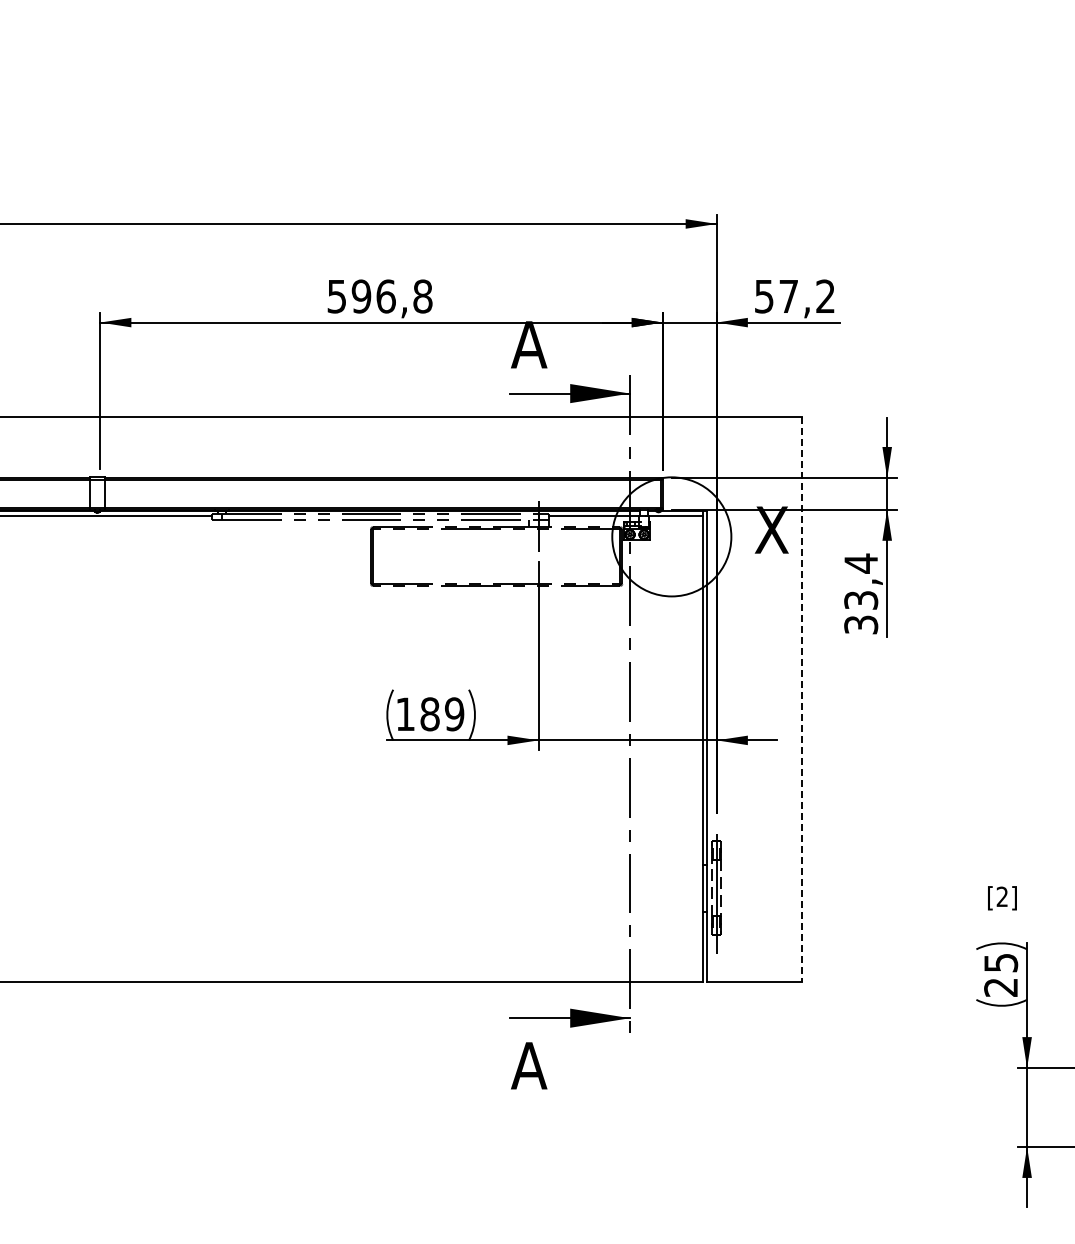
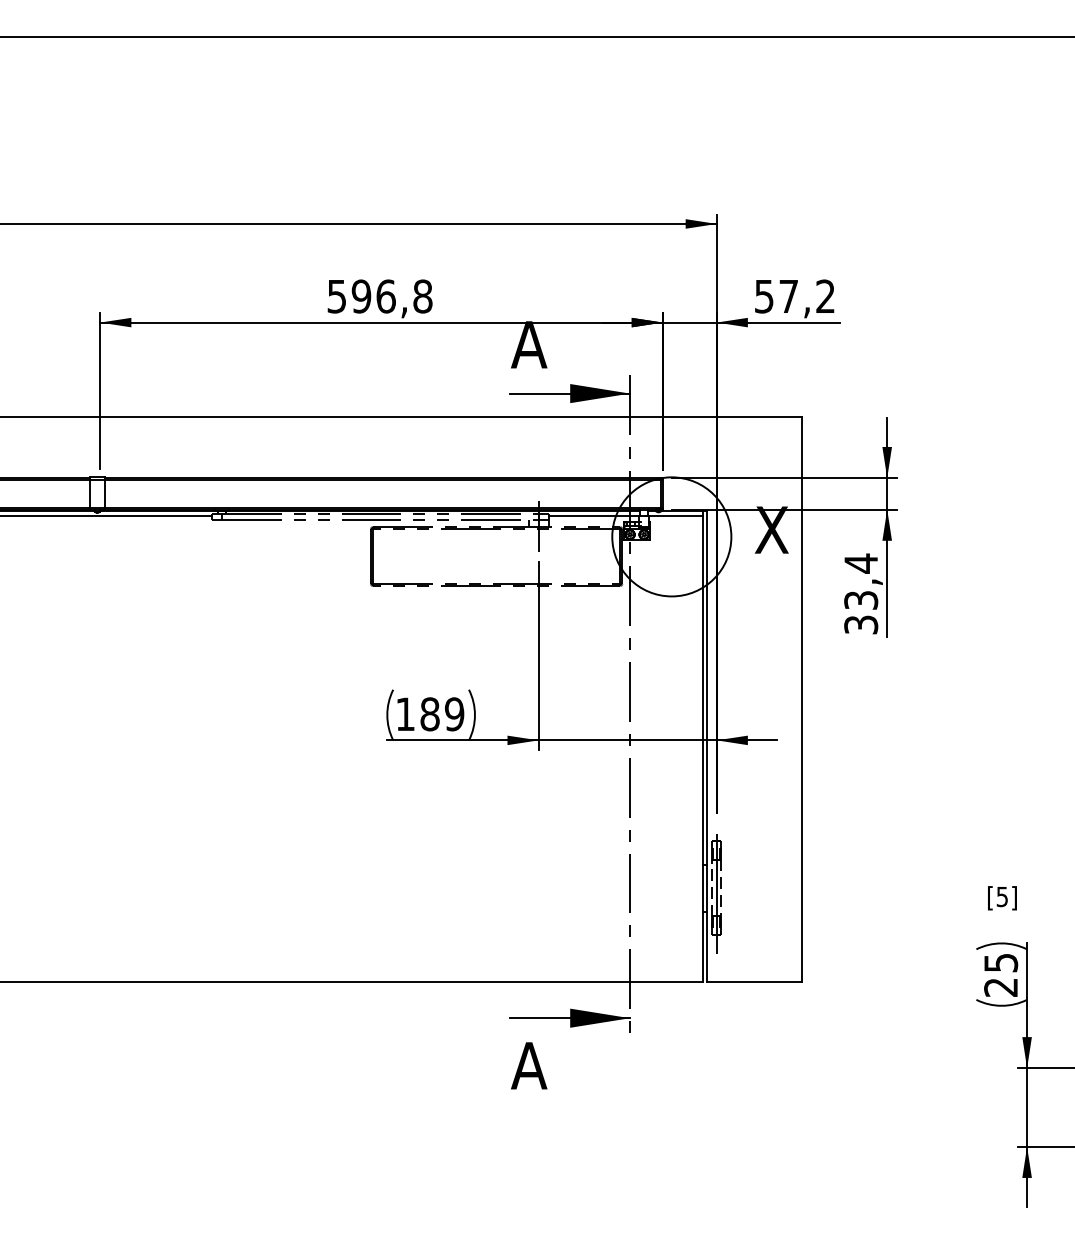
line at (536, 37): none -> present
line at (801, 699): dashed -> solid
text at (1001, 896): [2] -> [5]
